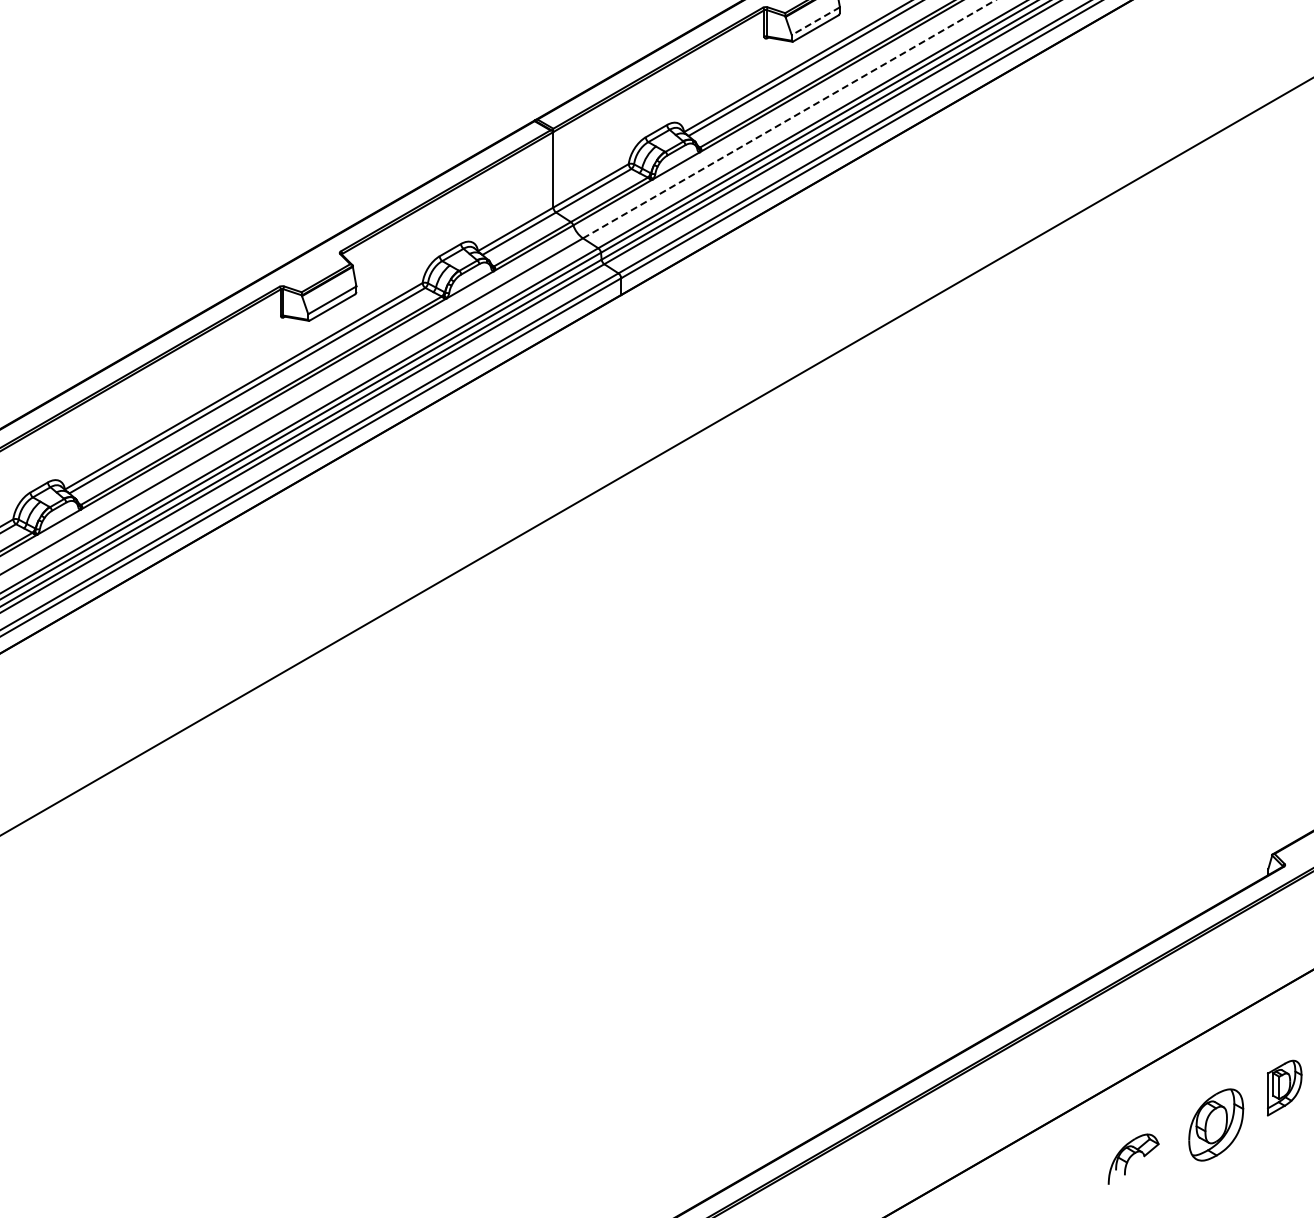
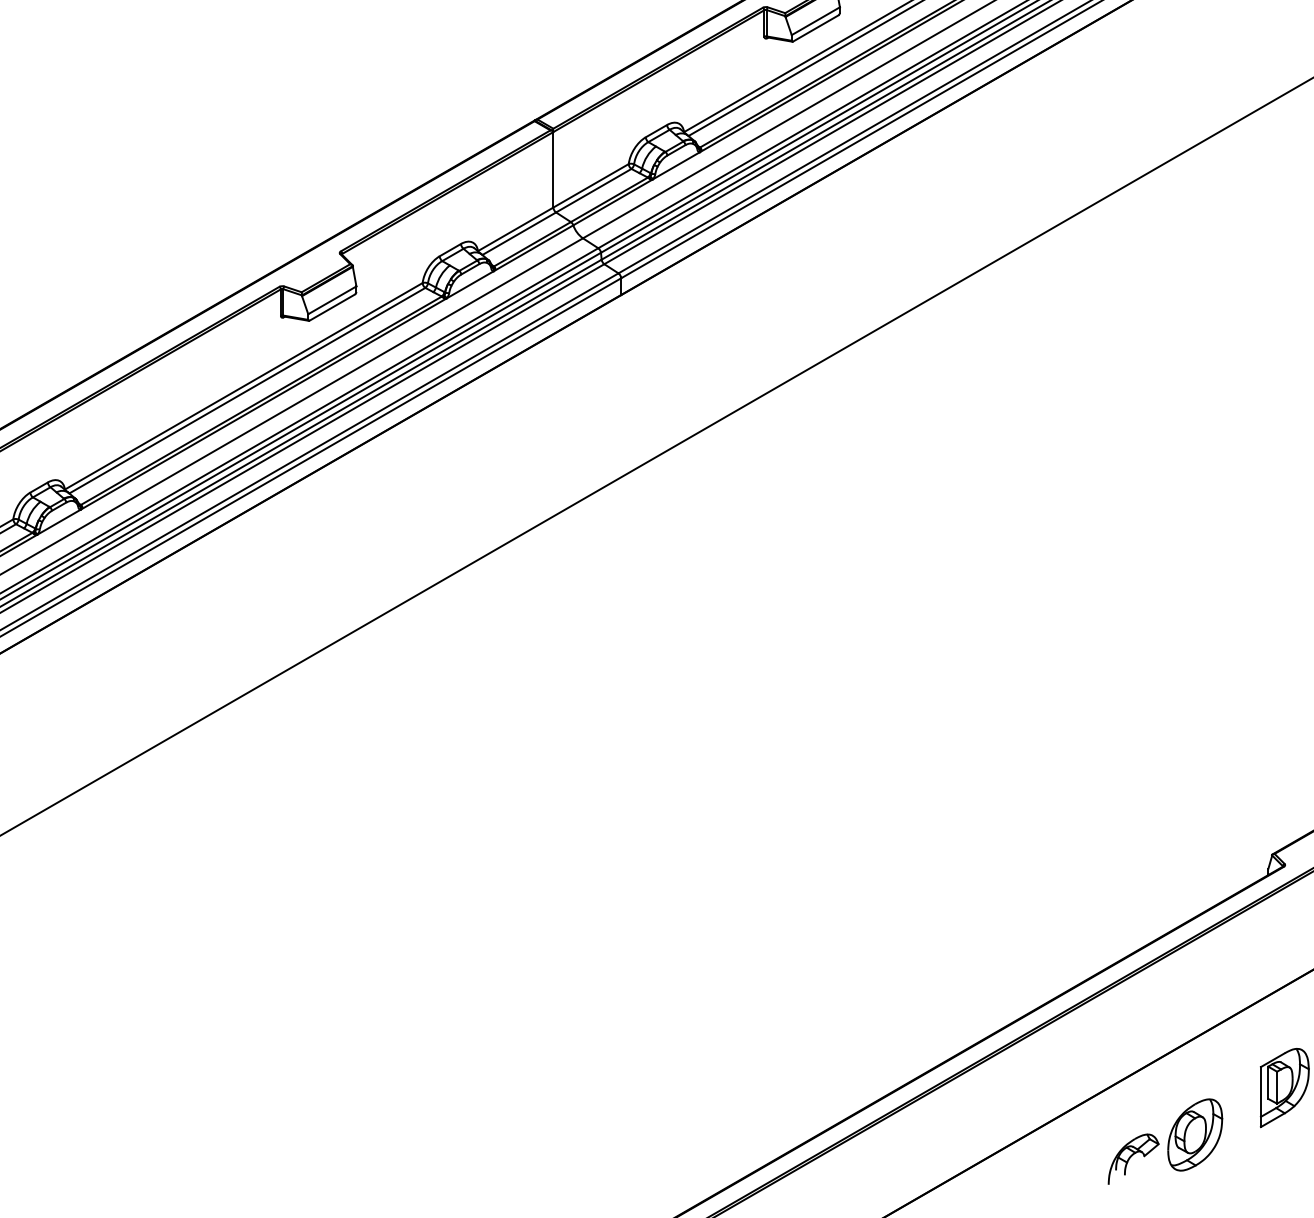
line at (815, 21): dashed -> solid
line at (789, 119): dashed -> solid
part at (1284, 1087) size: 36x58 px -> 51x81 px
part at (1216, 1124) position: (1216, 1124) -> (1195, 1134)
